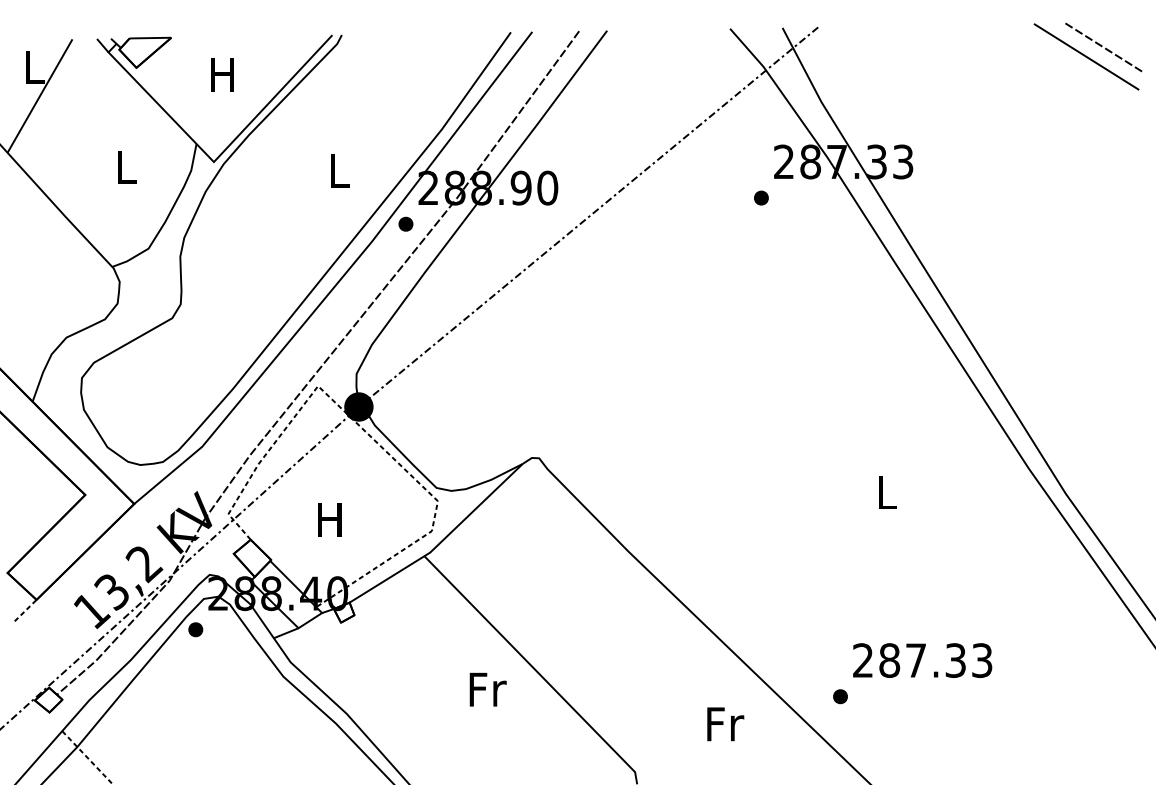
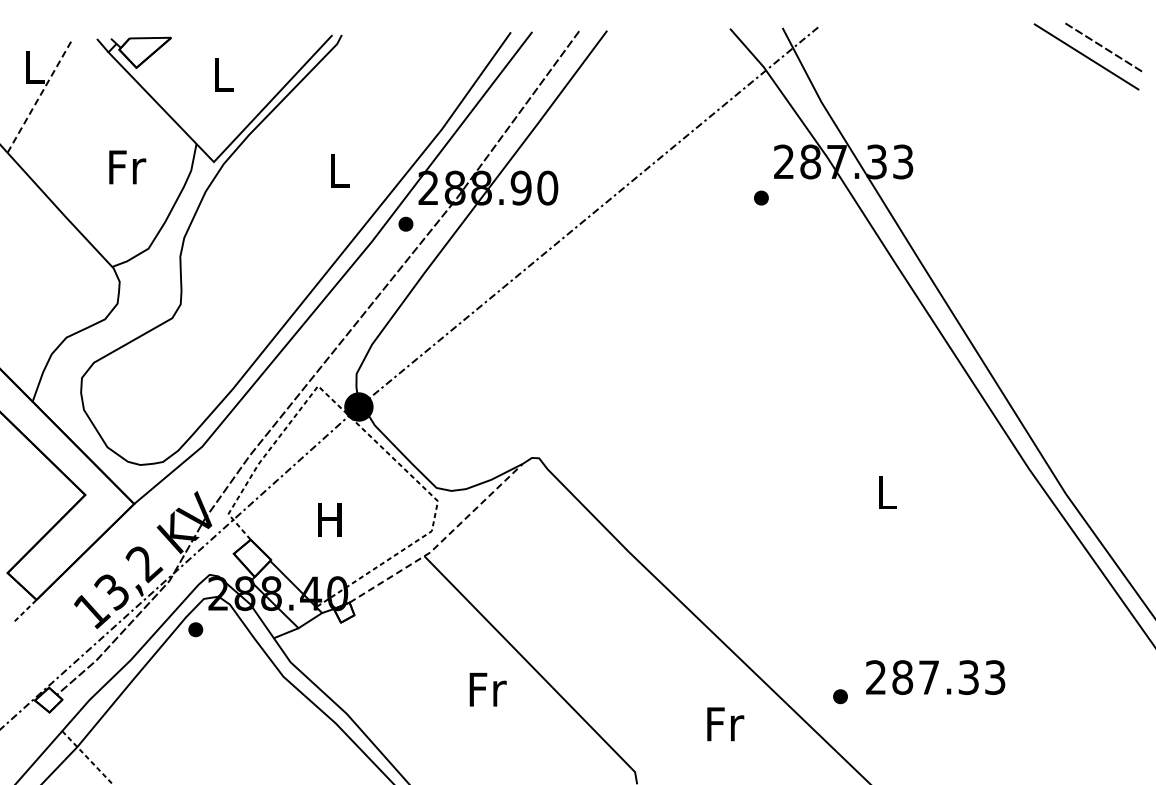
text at (222, 74): H -> L
line at (40, 95): solid -> dashed
text at (127, 167): L -> Fr
line at (442, 540): solid -> dashed
text at (922, 660) position: (922, 660) -> (935, 677)
